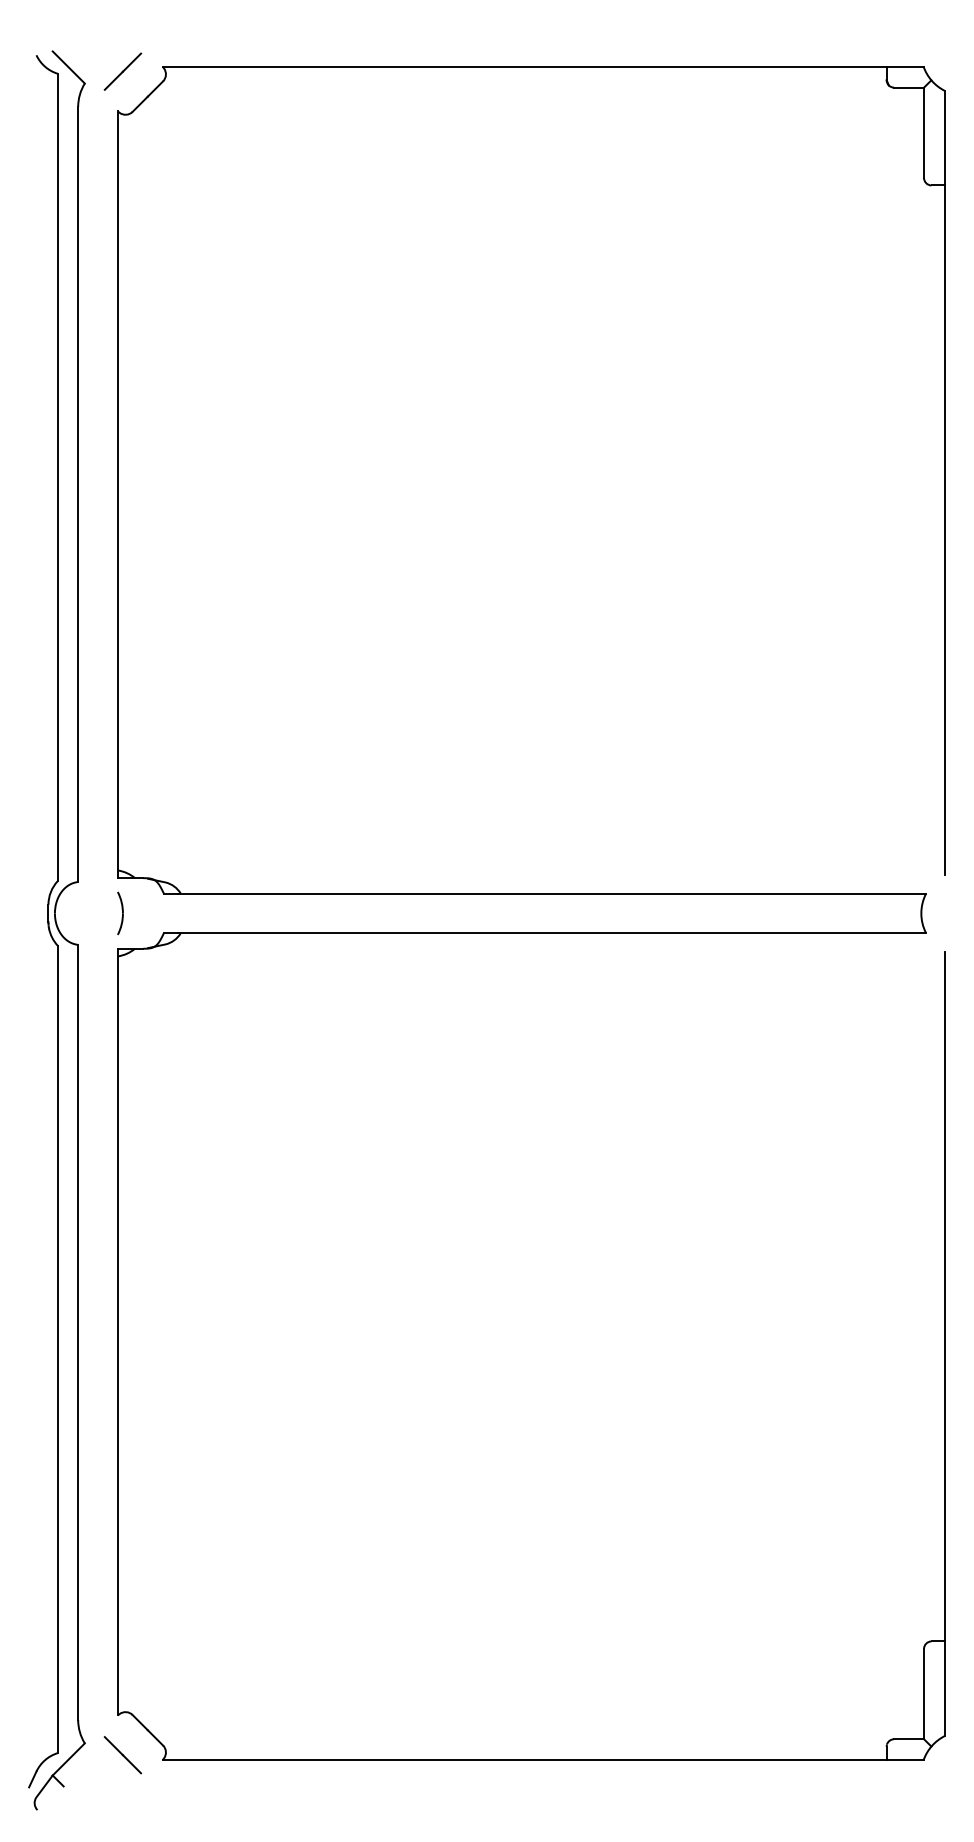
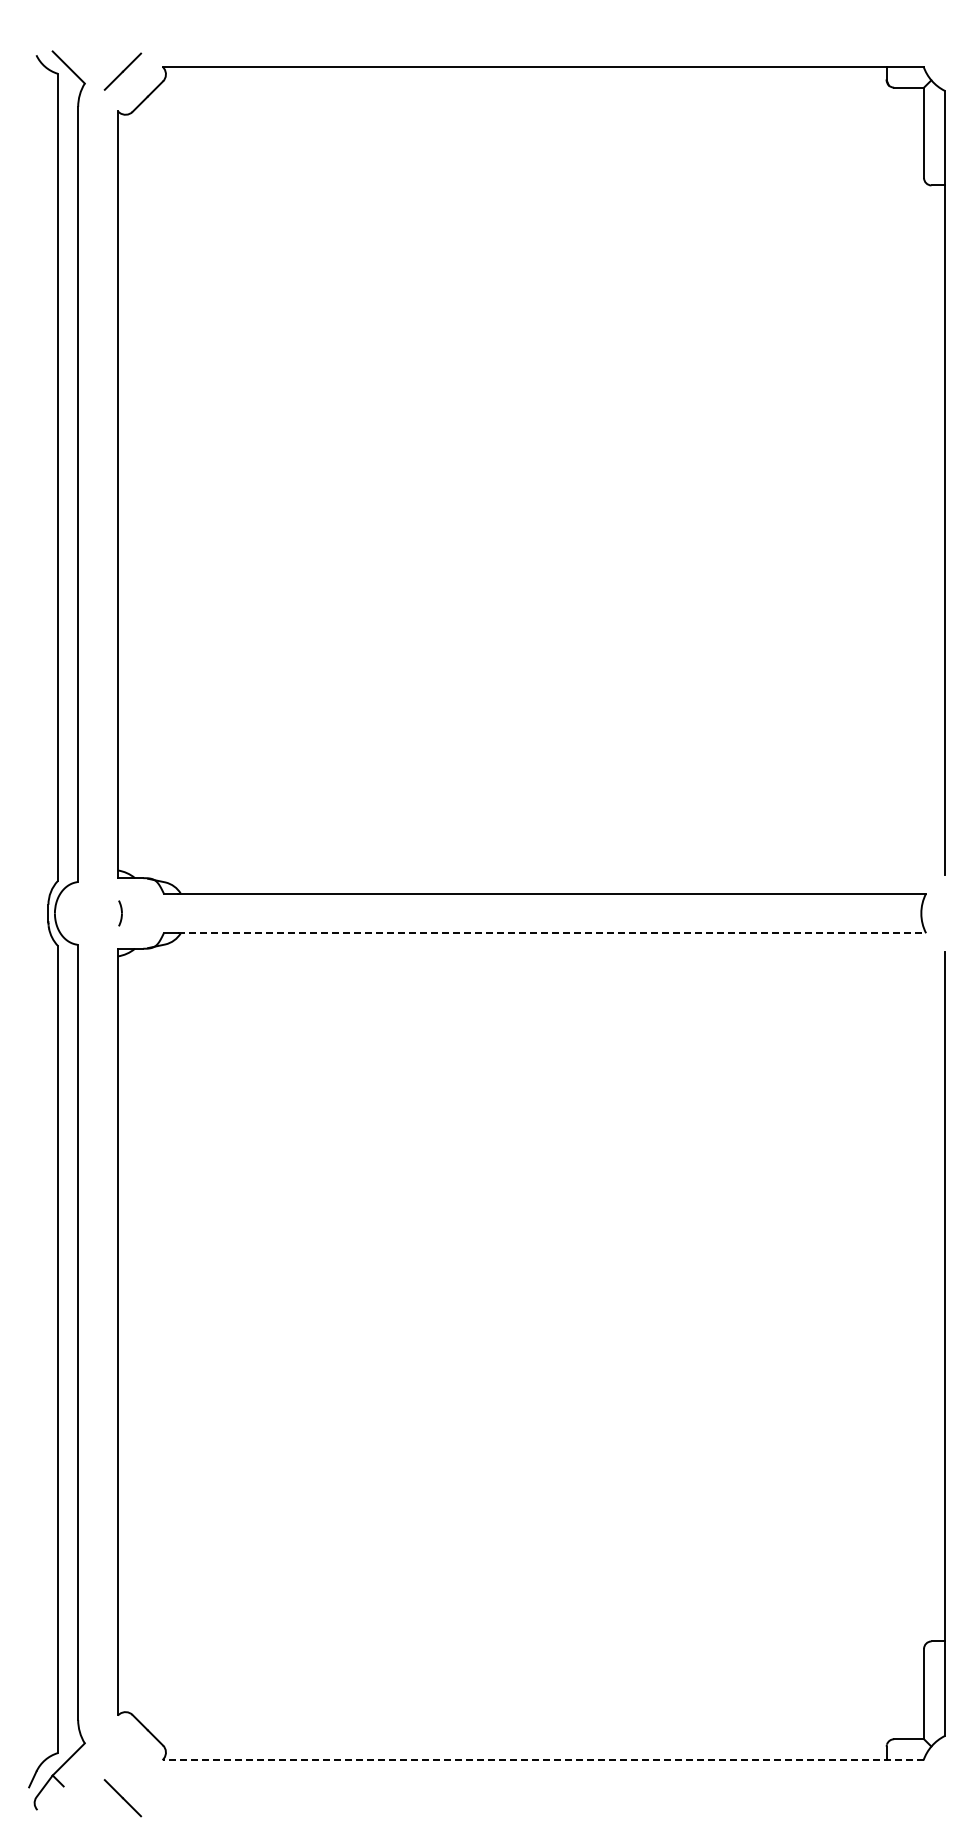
part at (120, 913) size: 7x45 px -> 5x27 px
line at (552, 933): solid -> dashed
line at (122, 1755) position: (122, 1755) -> (122, 1798)
line at (542, 1760): solid -> dashed
